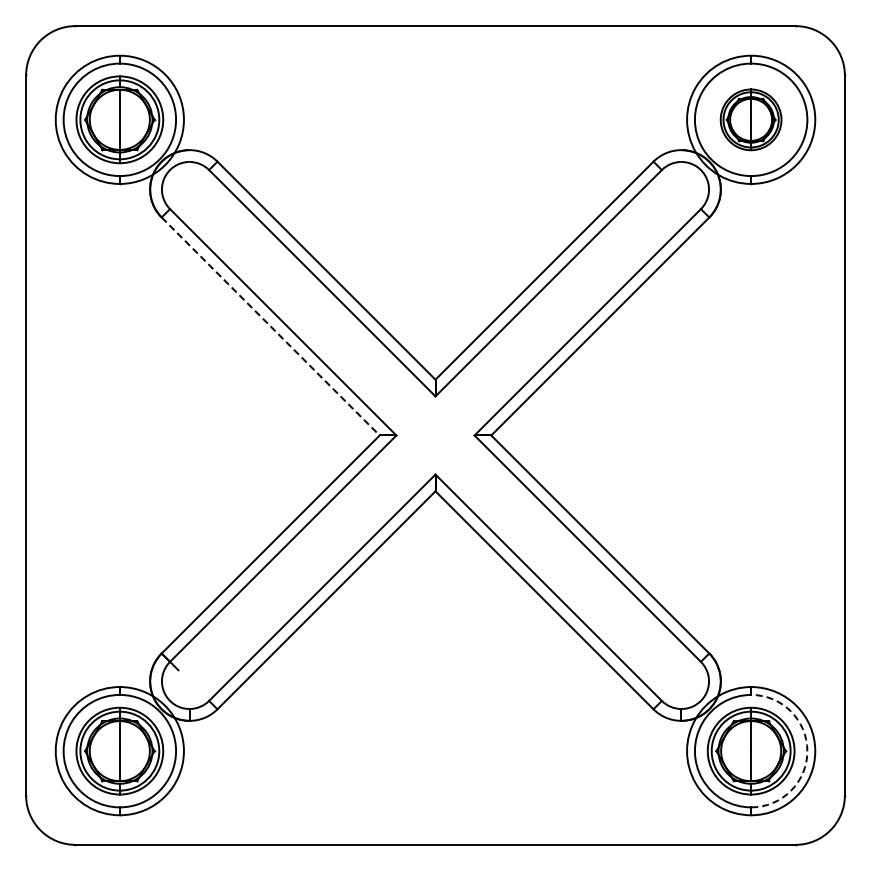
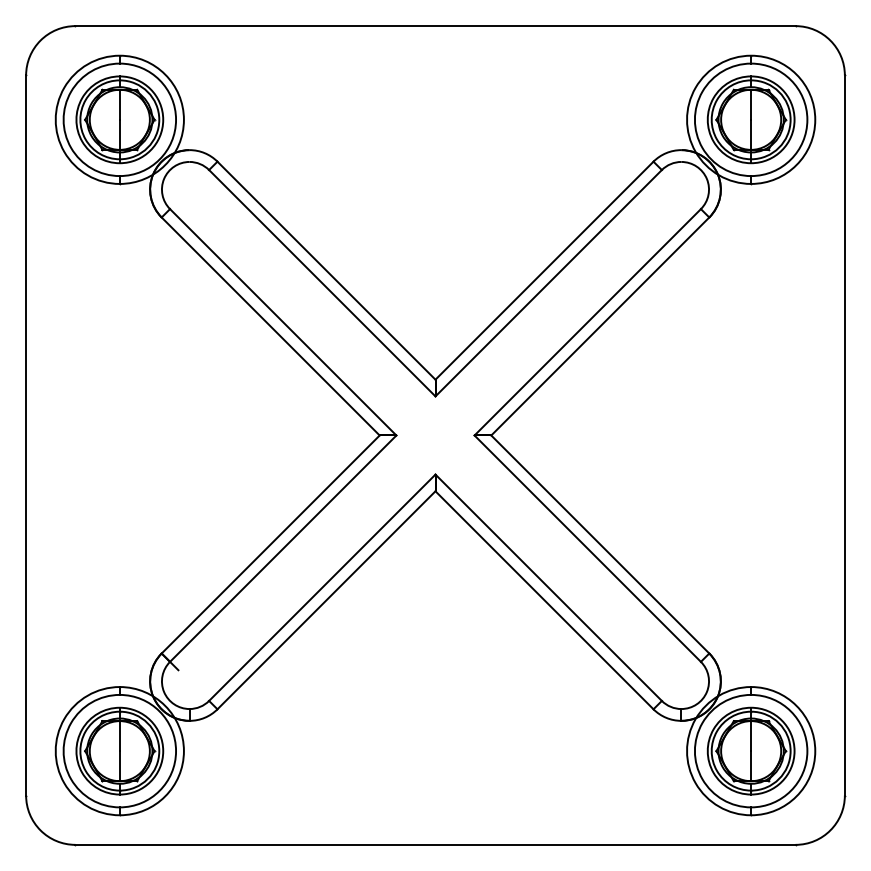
part at (750, 119) size: 64x64 px -> 90x90 px
line at (271, 326): dashed -> solid
arc at (807, 751): dashed -> solid
